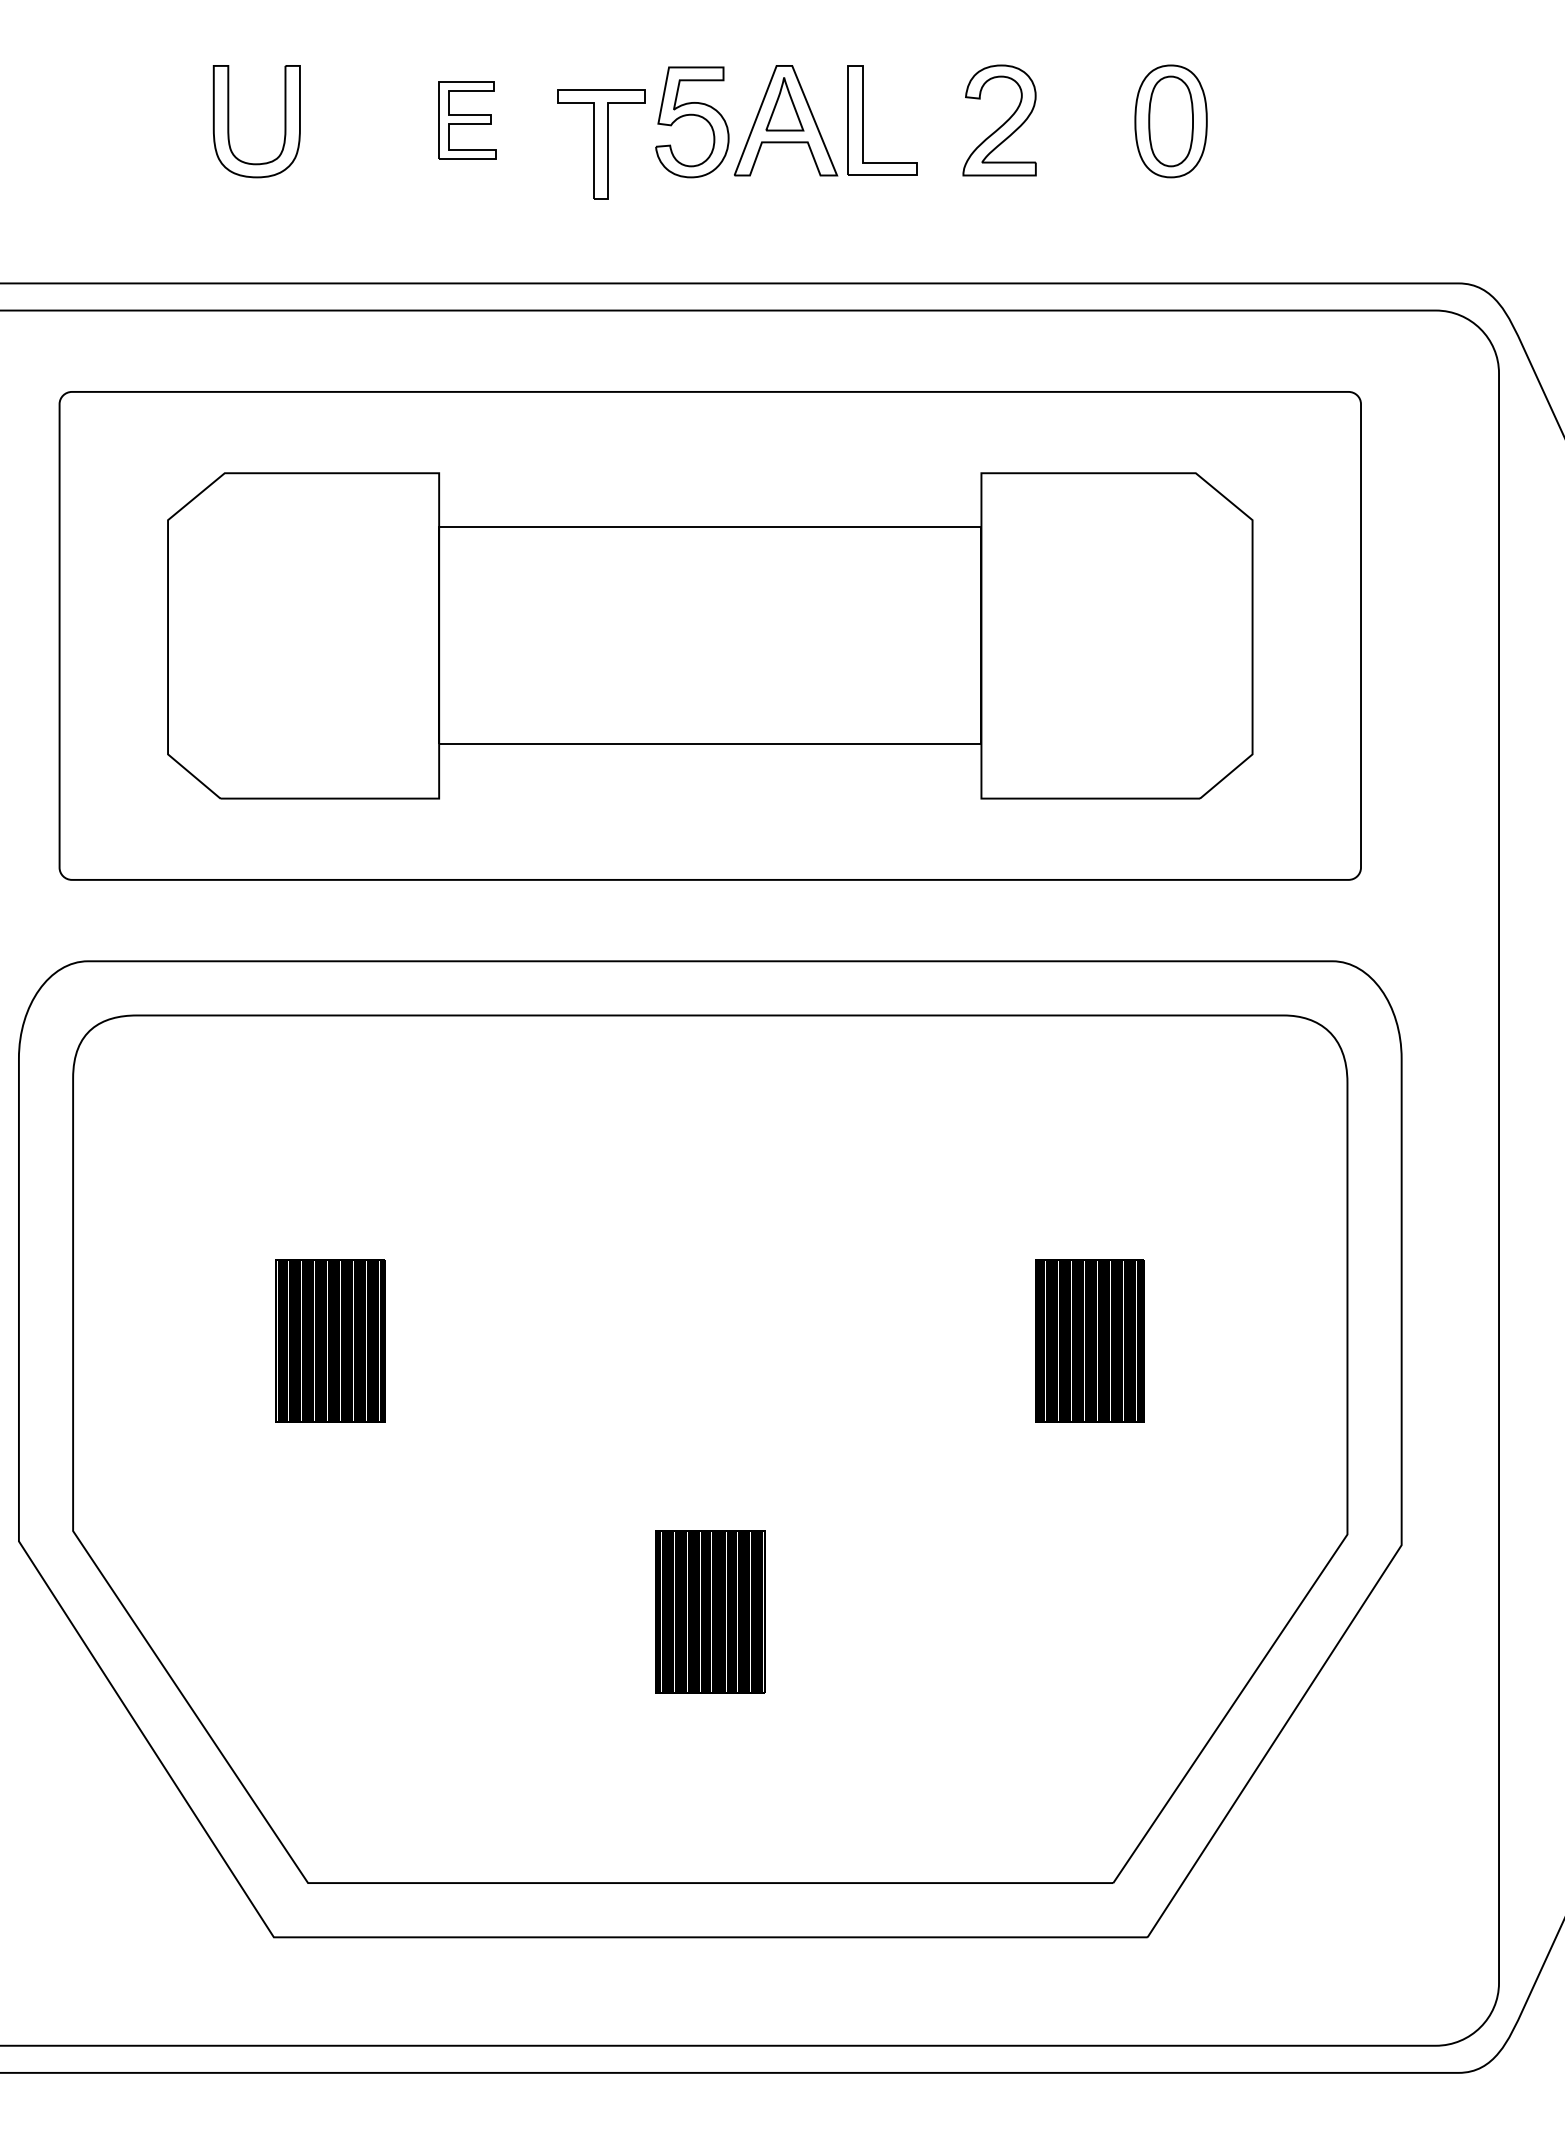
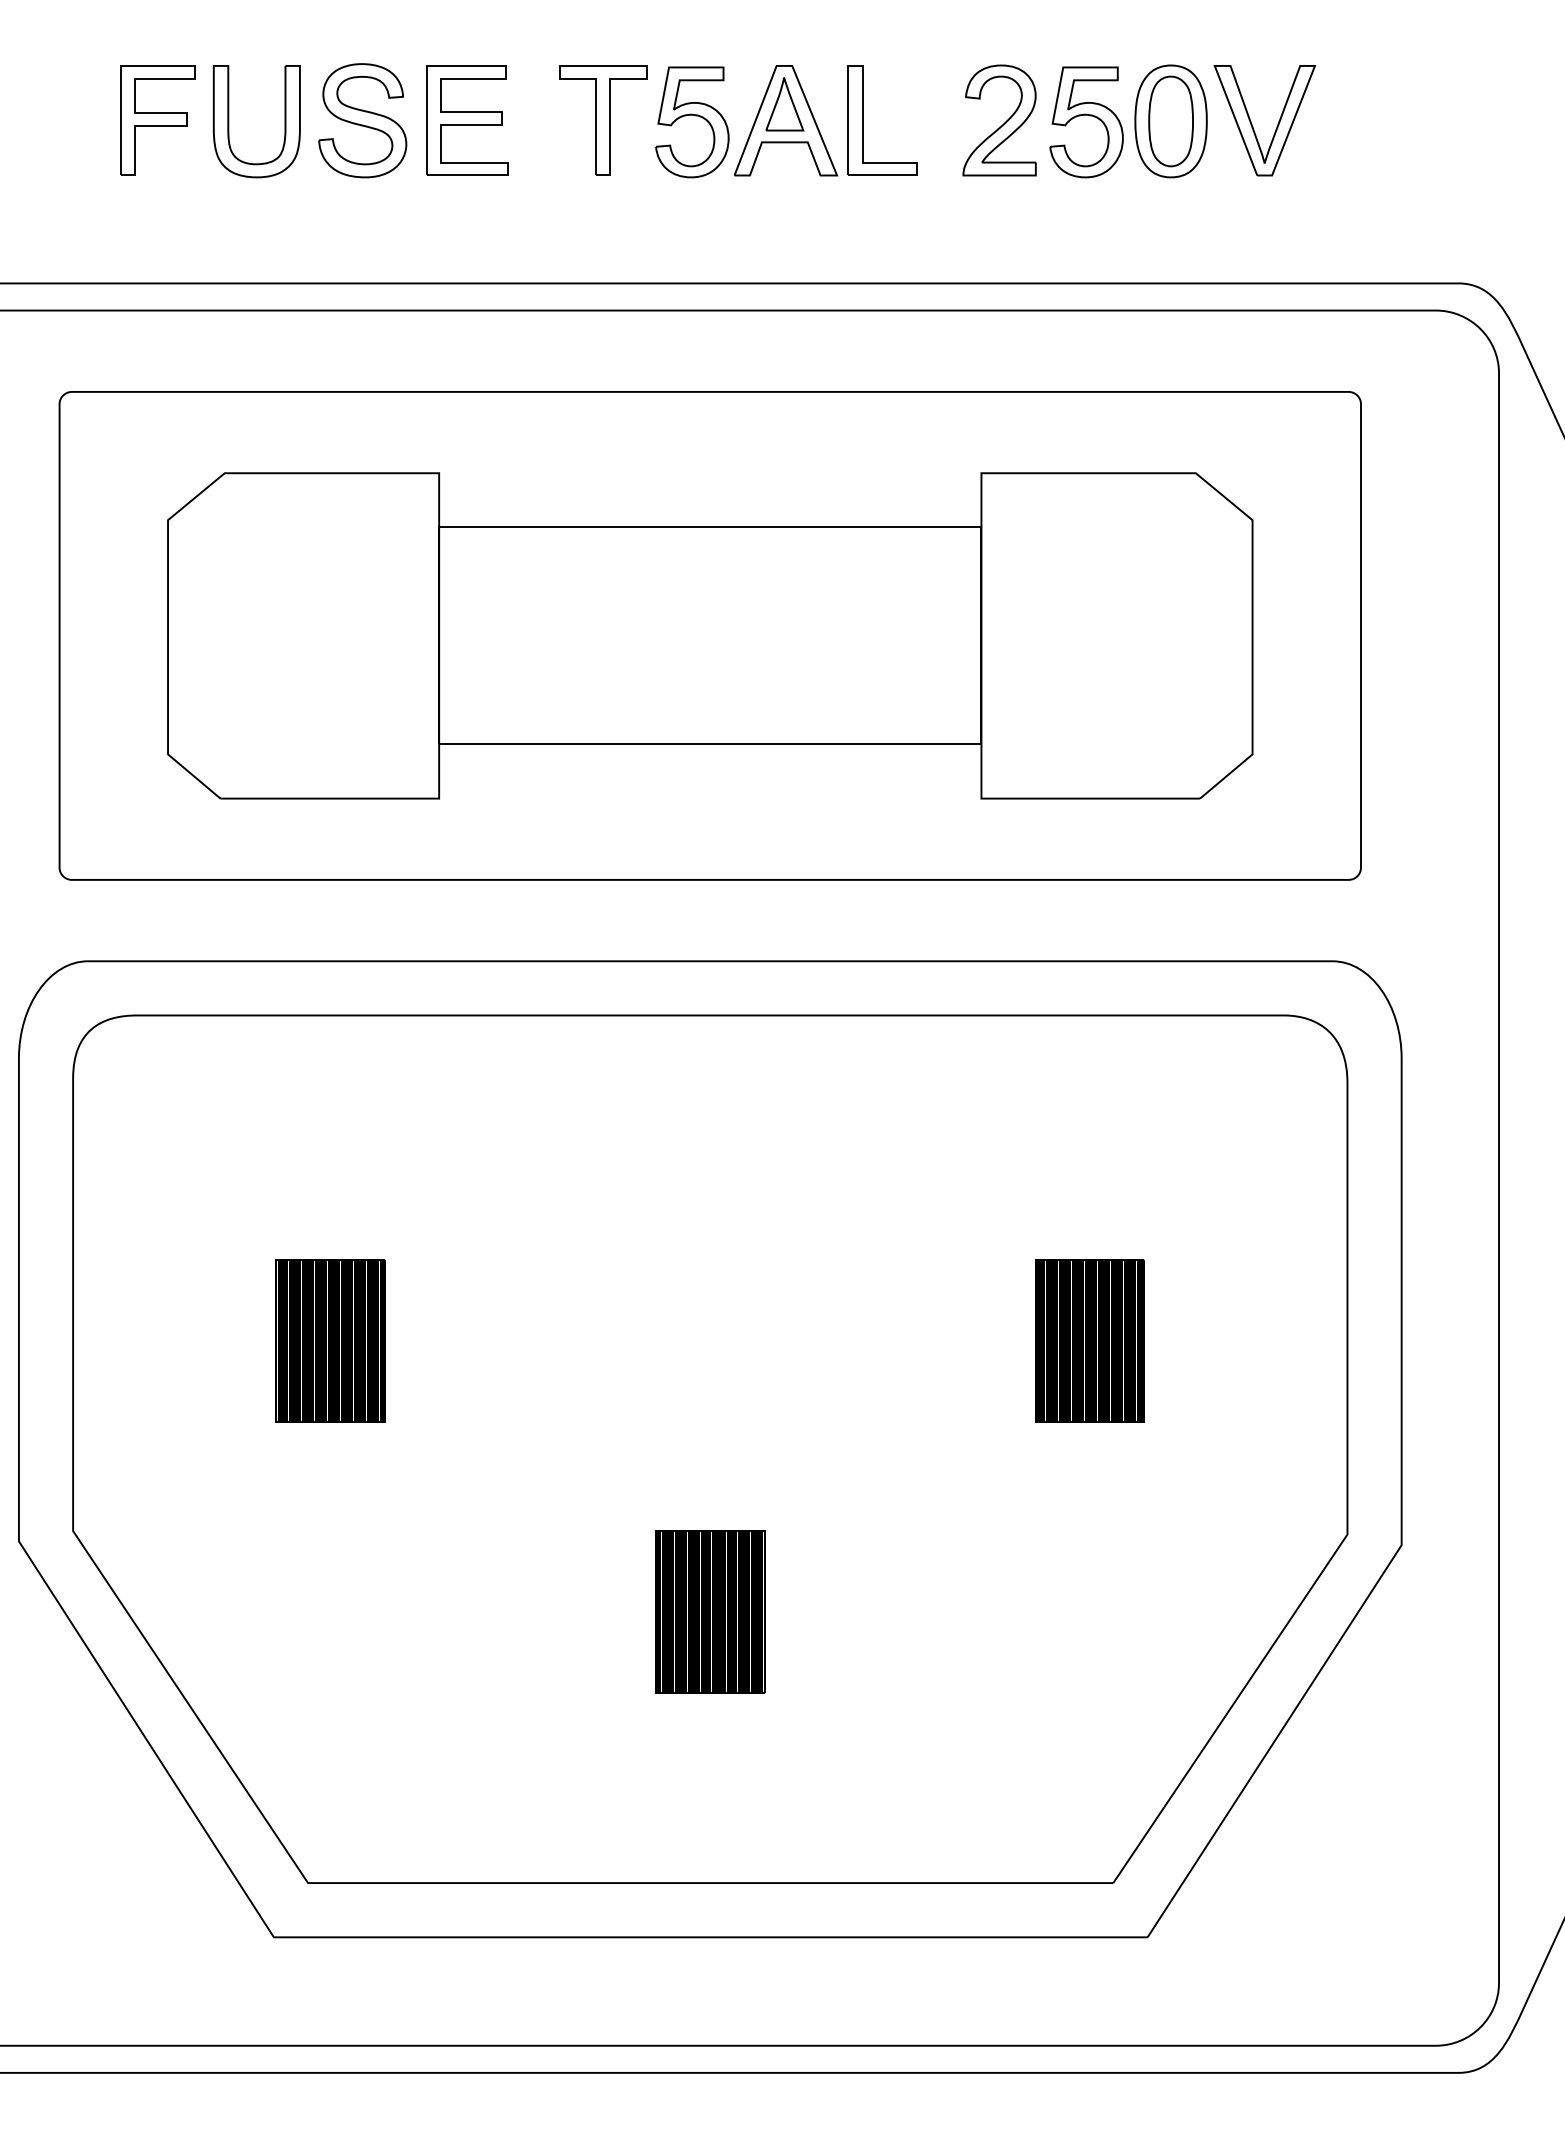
part at (1086, 115): none -> present
part at (157, 120): none -> present
part at (362, 120): none -> present
part at (467, 120) size: 59x79 px -> 83x111 px
part at (1252, 123): none -> present
part at (601, 144) position: (601, 144) -> (603, 120)
